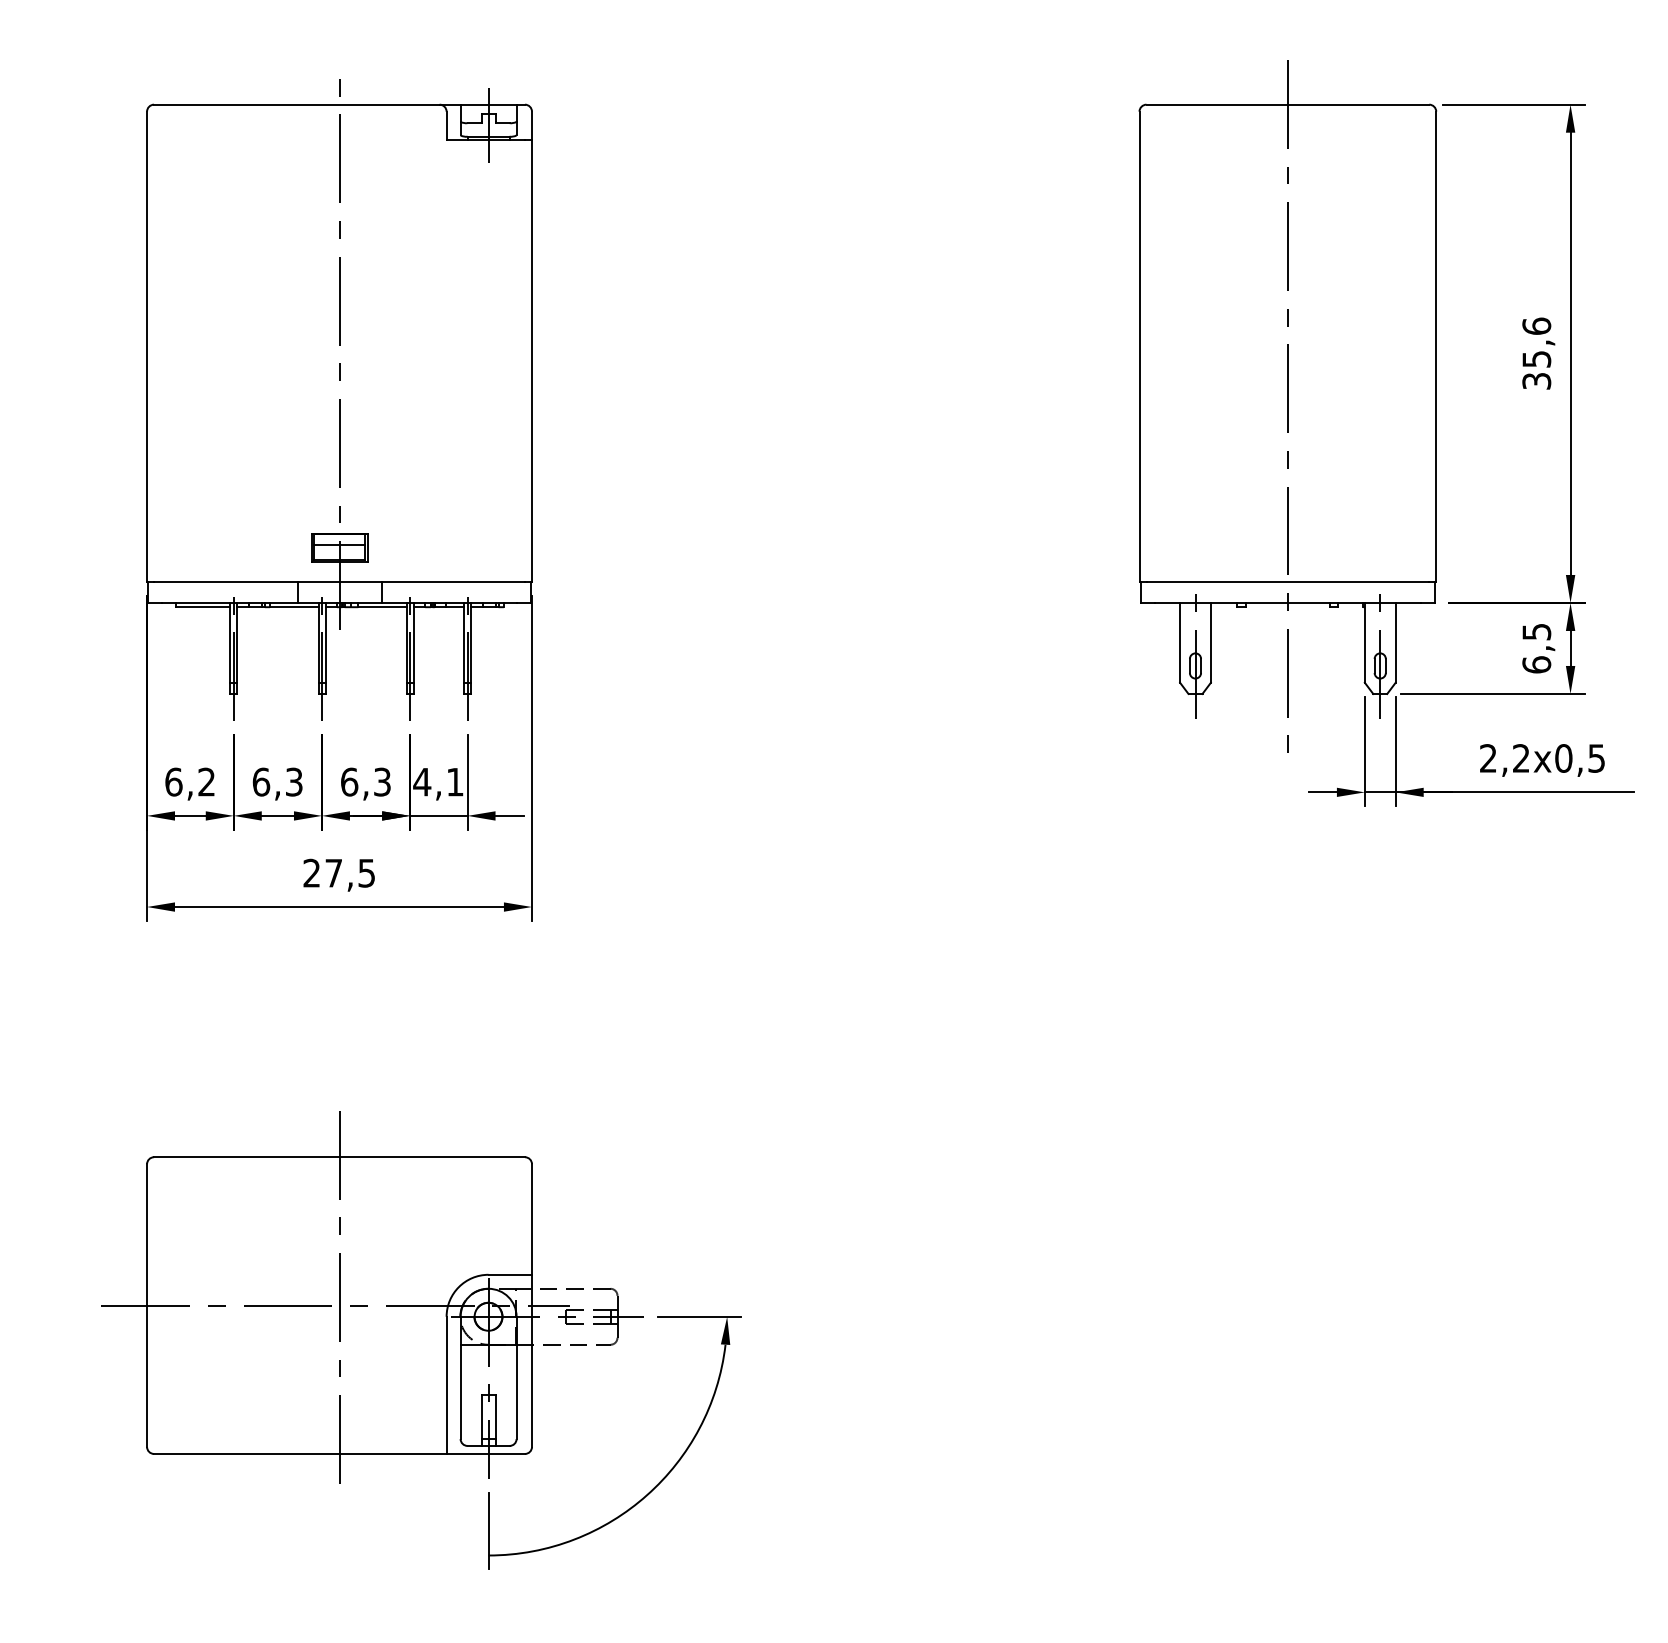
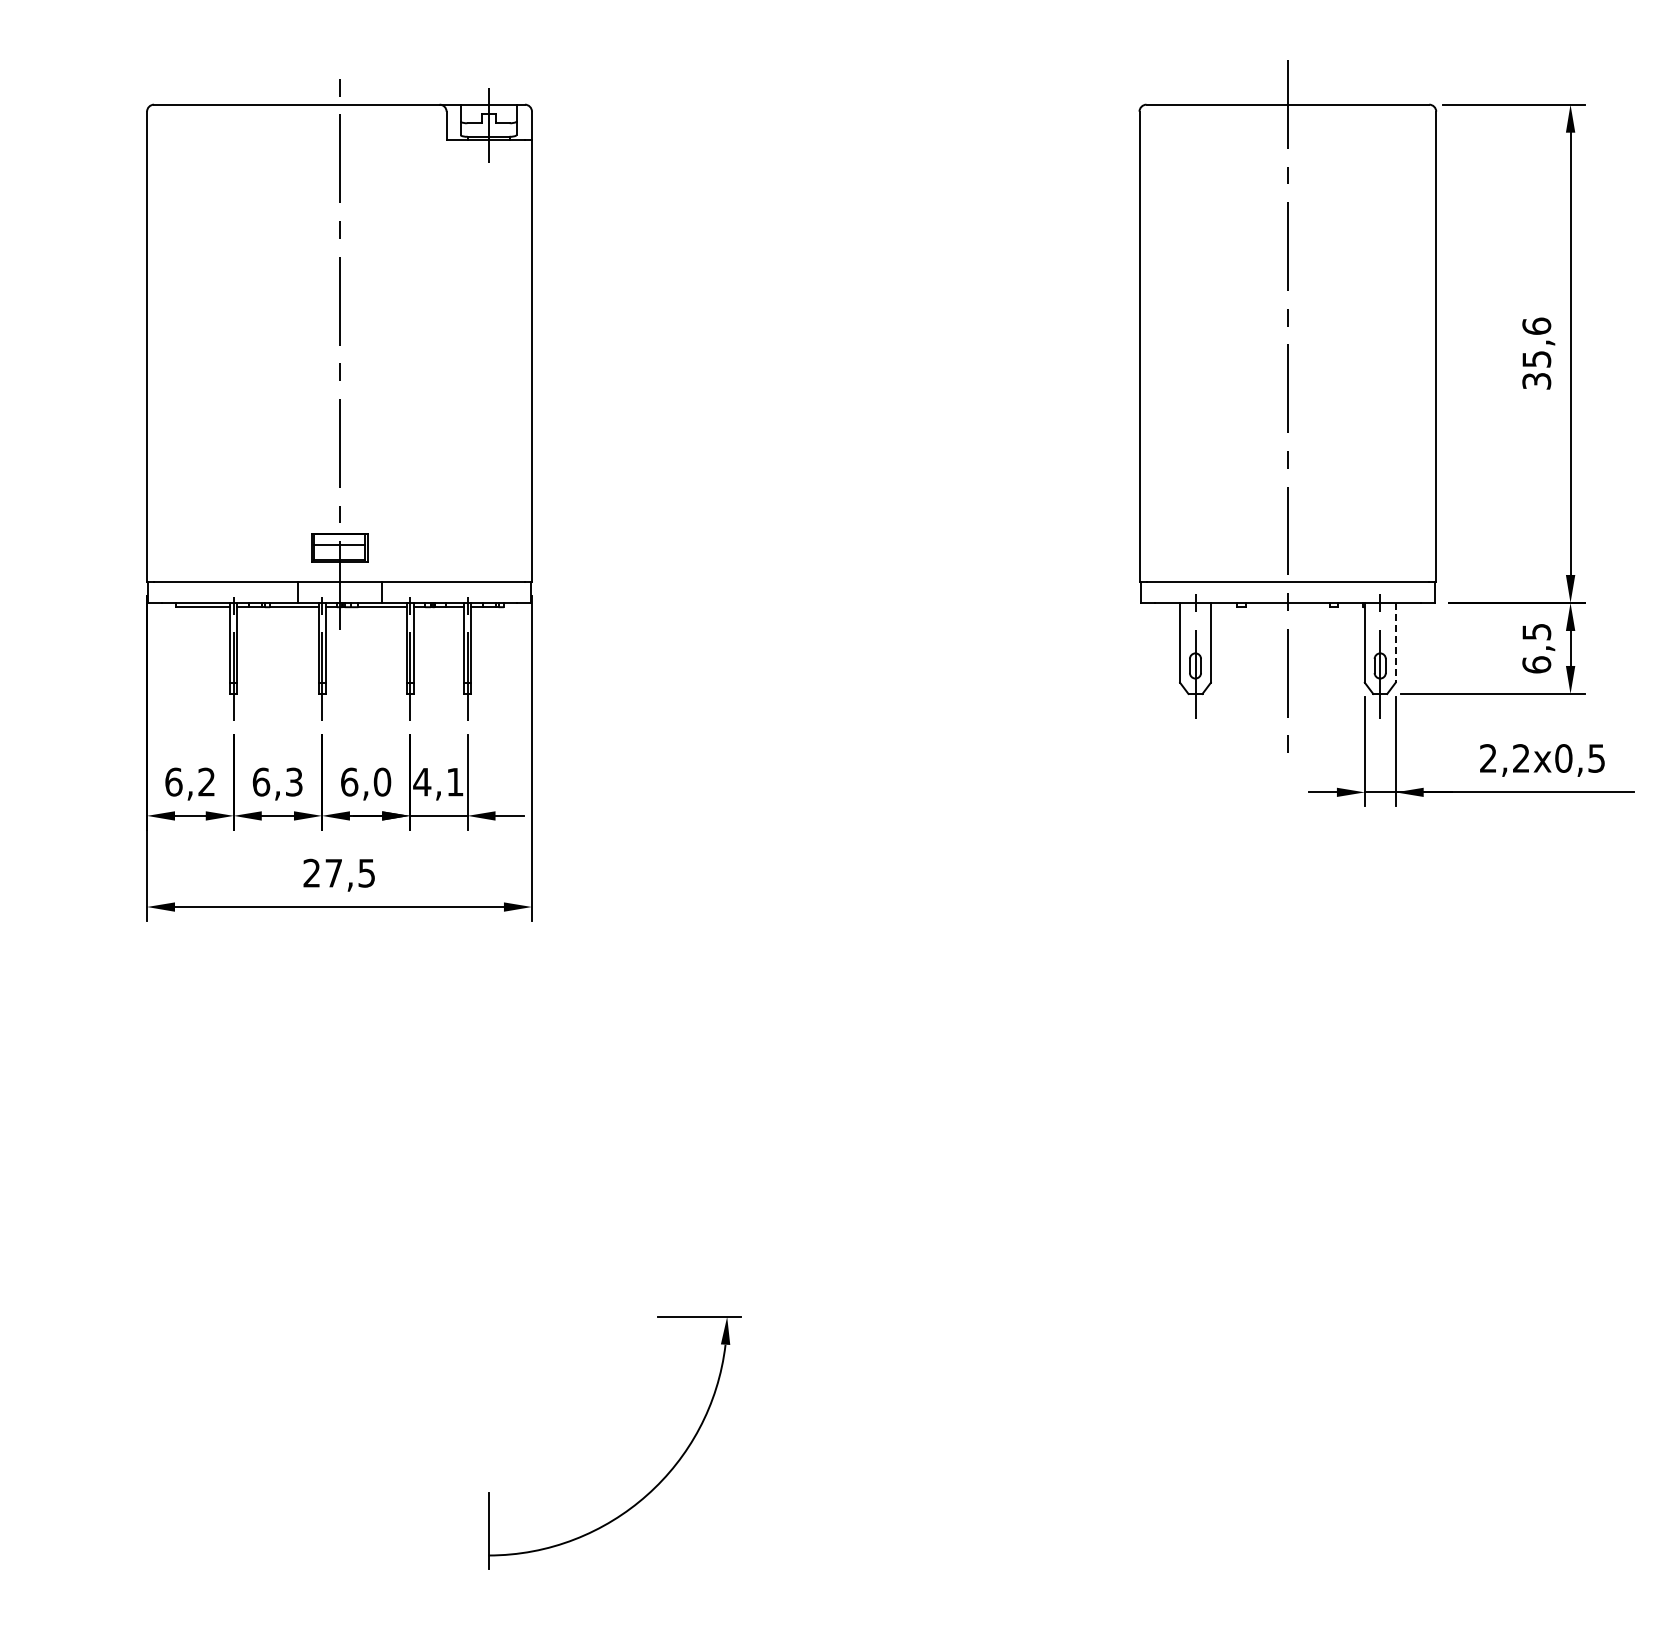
line at (1395, 642): solid -> dashed
text at (382, 781): 6,3 -> 6,0
part at (372, 1297): present -> none
